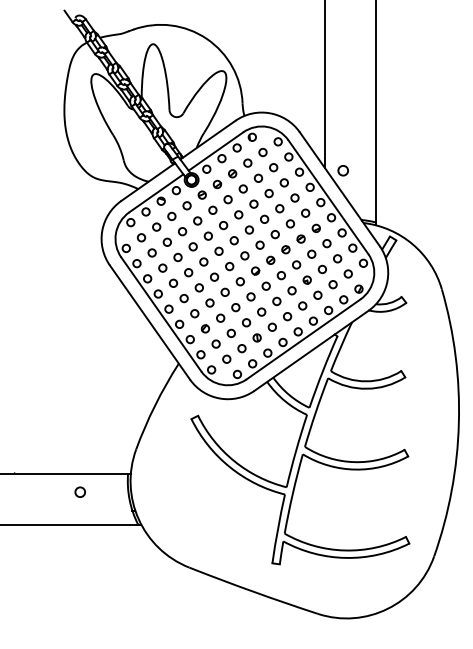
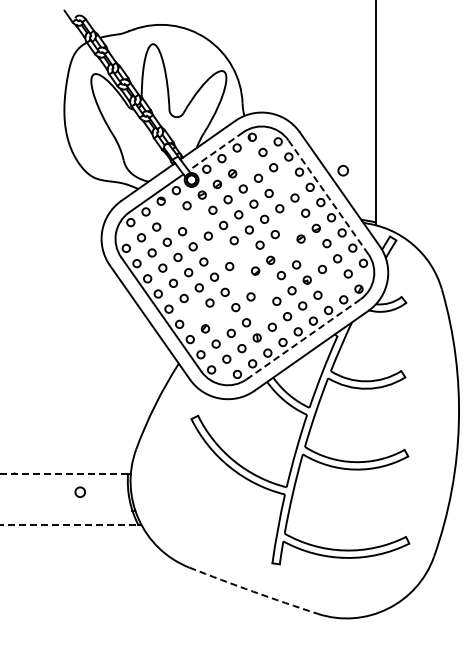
line at (324, 84): present -> none
line at (215, 151): solid -> dashed
circle at (247, 162): present -> none
circle at (283, 182): present -> none
line at (328, 197): solid -> dashed
circle at (171, 215): present -> none
circle at (197, 220): present -> none
circle at (289, 223): present -> none
part at (285, 249): present -> none
circle at (218, 250): present -> none
circle at (311, 253): present -> none
circle at (244, 255): present -> none
circle at (239, 281): present -> none
circle at (332, 284): present -> none
circle at (265, 285): present -> none
circle at (261, 311): present -> none
circle at (194, 313): present -> none
circle at (220, 317): present -> none
line at (303, 339): solid -> dashed
line at (64, 473): solid -> dashed
line at (69, 524): solid -> dashed
arc at (253, 591): solid -> dashed
